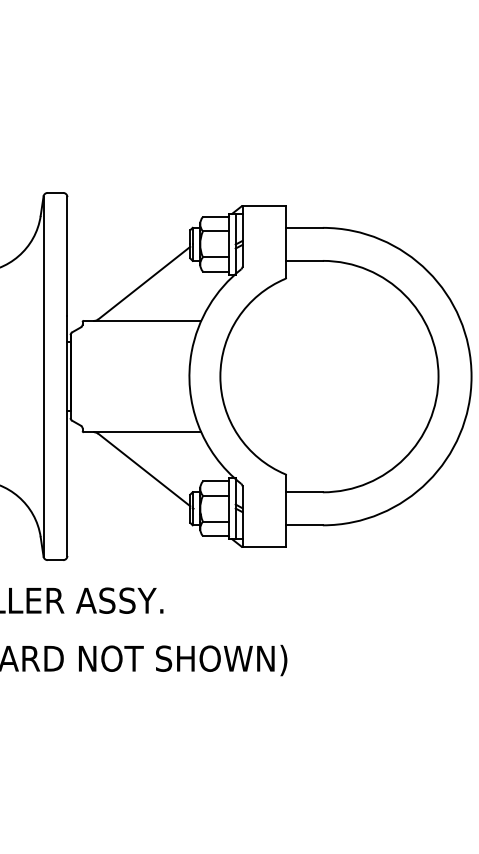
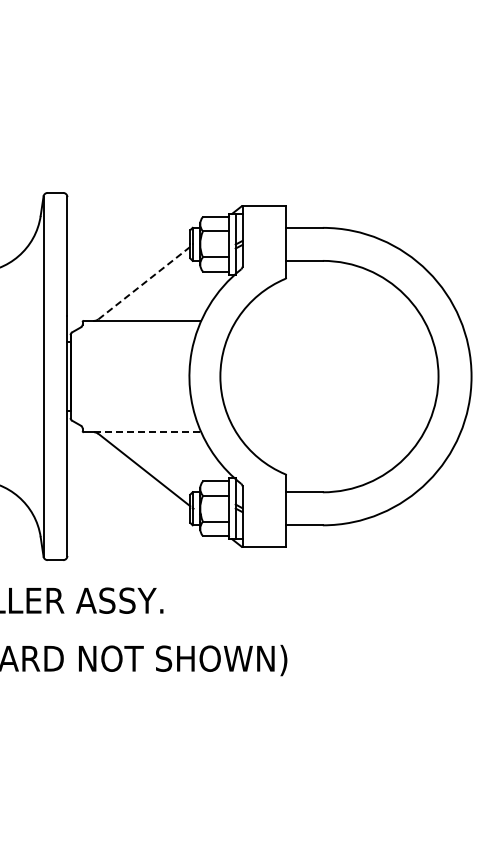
line at (143, 283): solid -> dashed
line at (148, 432): solid -> dashed
